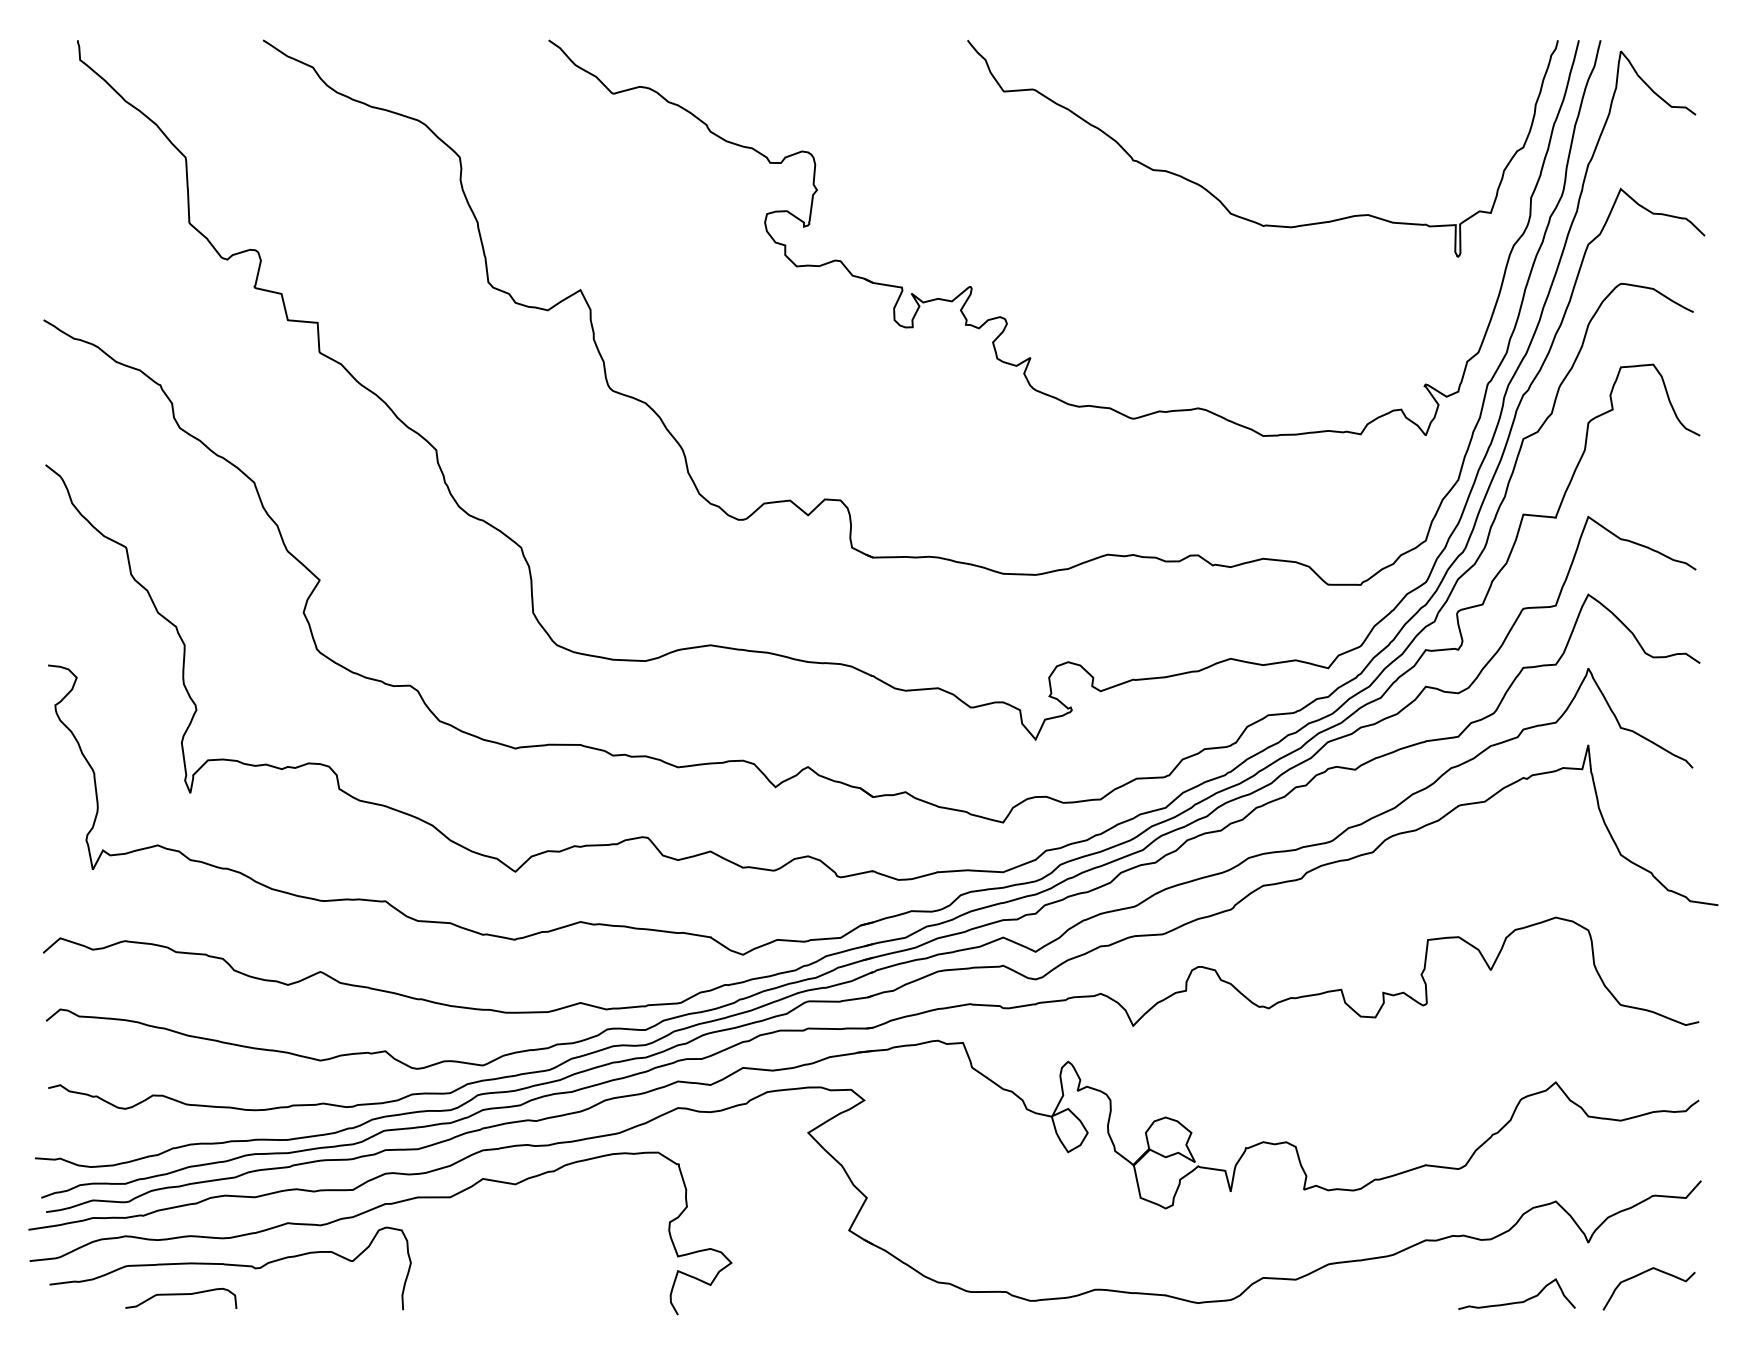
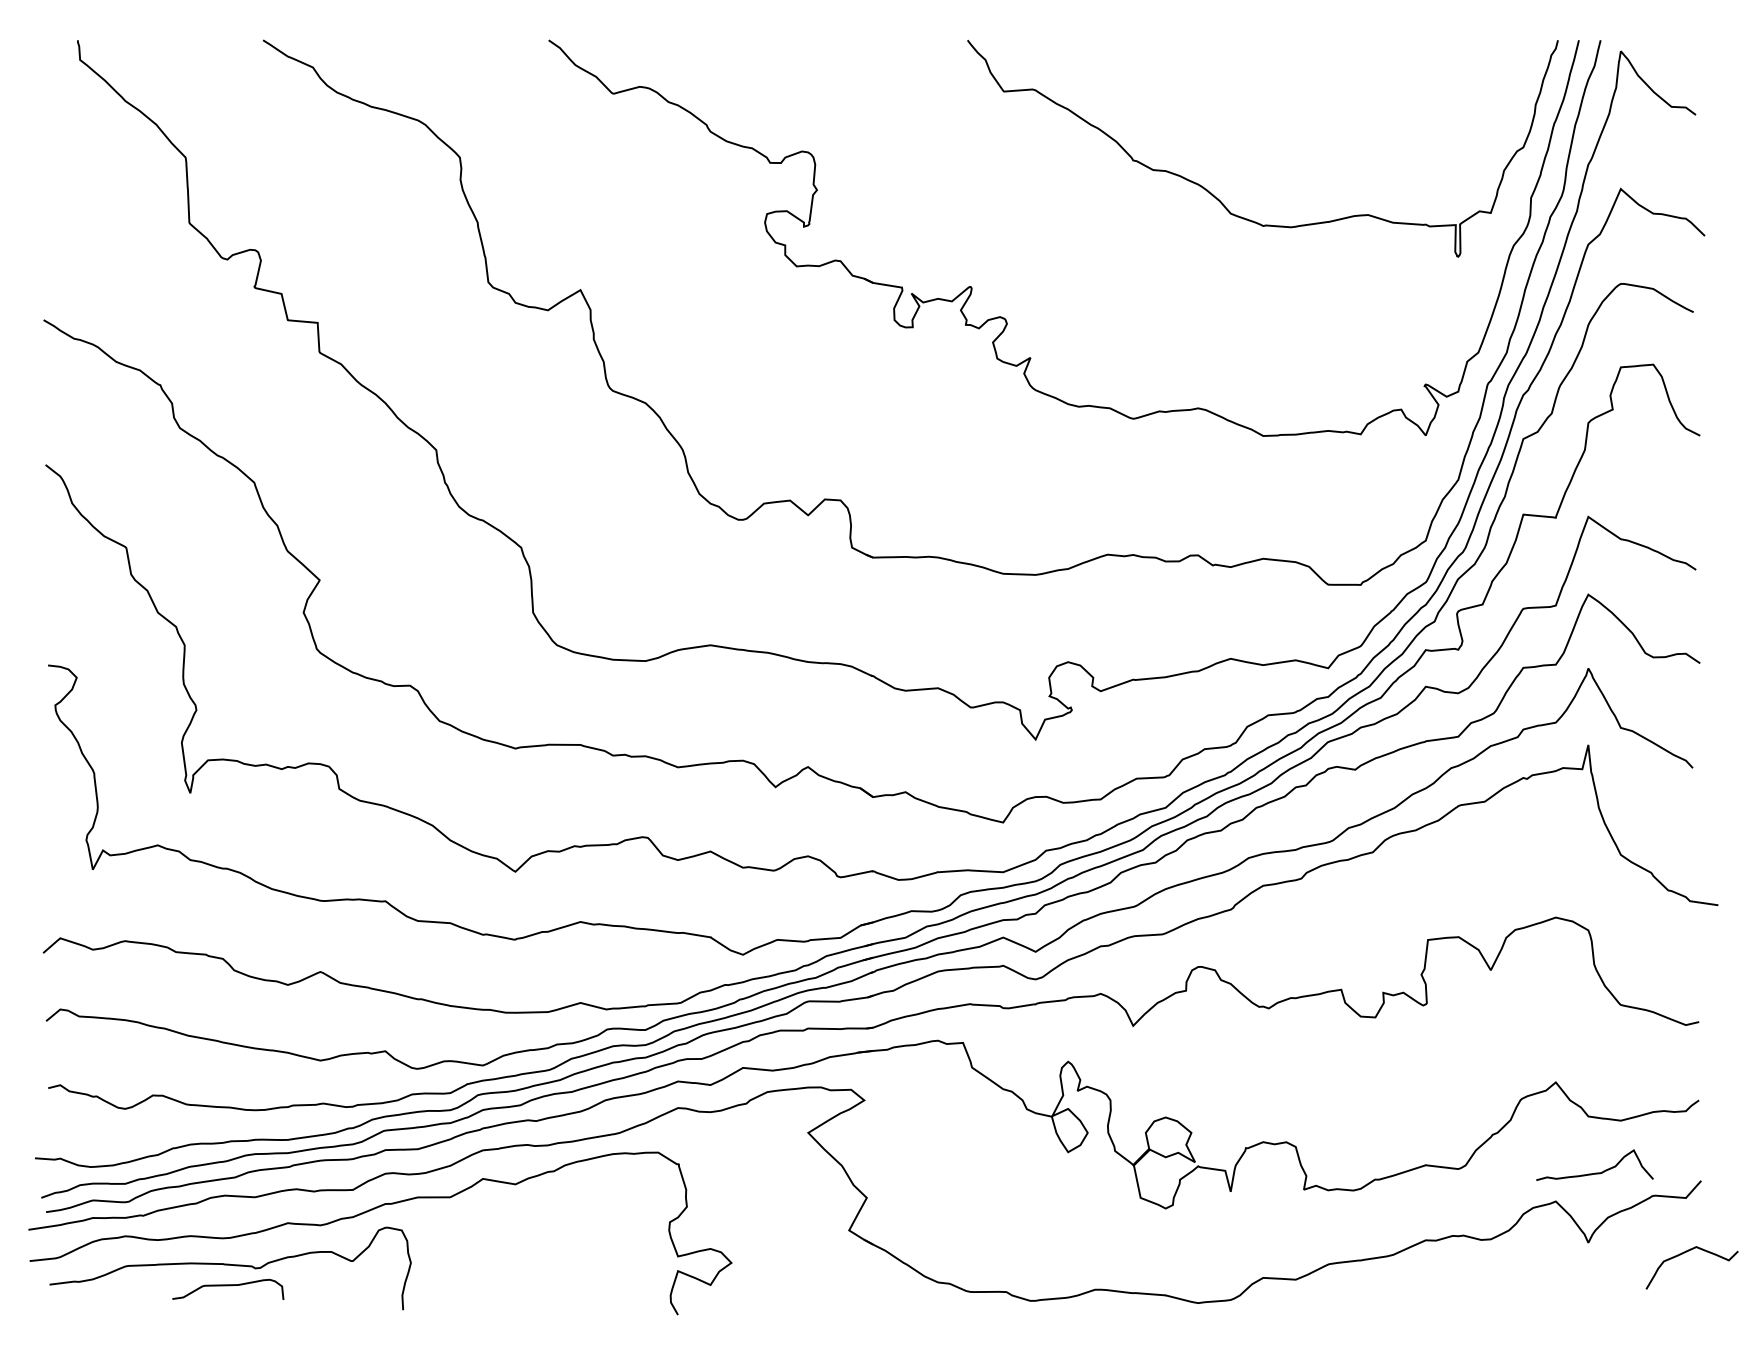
curve at (1641, 1274) position: (1641, 1274) -> (1684, 1253)
curve at (181, 1295) position: (181, 1295) -> (228, 1286)
curve at (1516, 1301) position: (1516, 1301) -> (1594, 1172)
